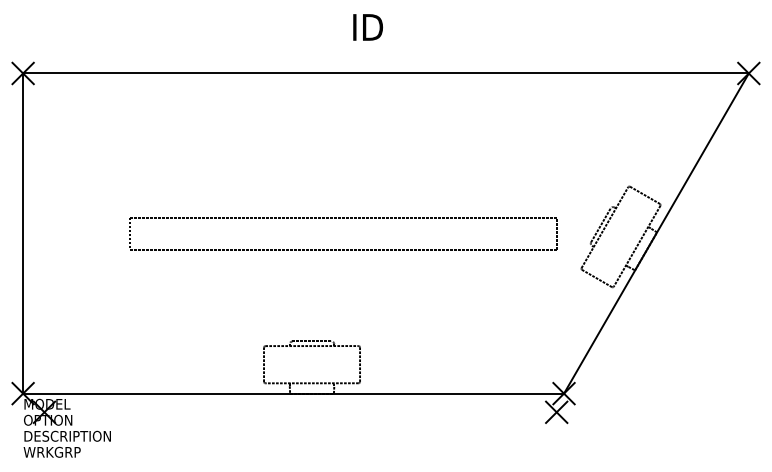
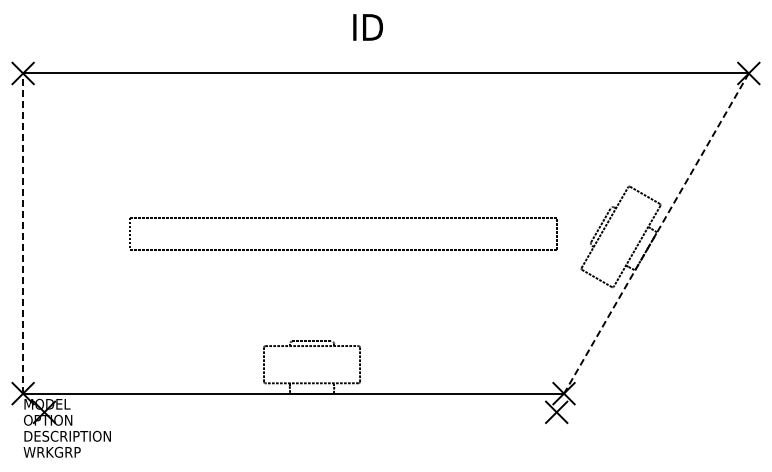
line at (23, 233): solid -> dashed
line at (656, 233): solid -> dashed
